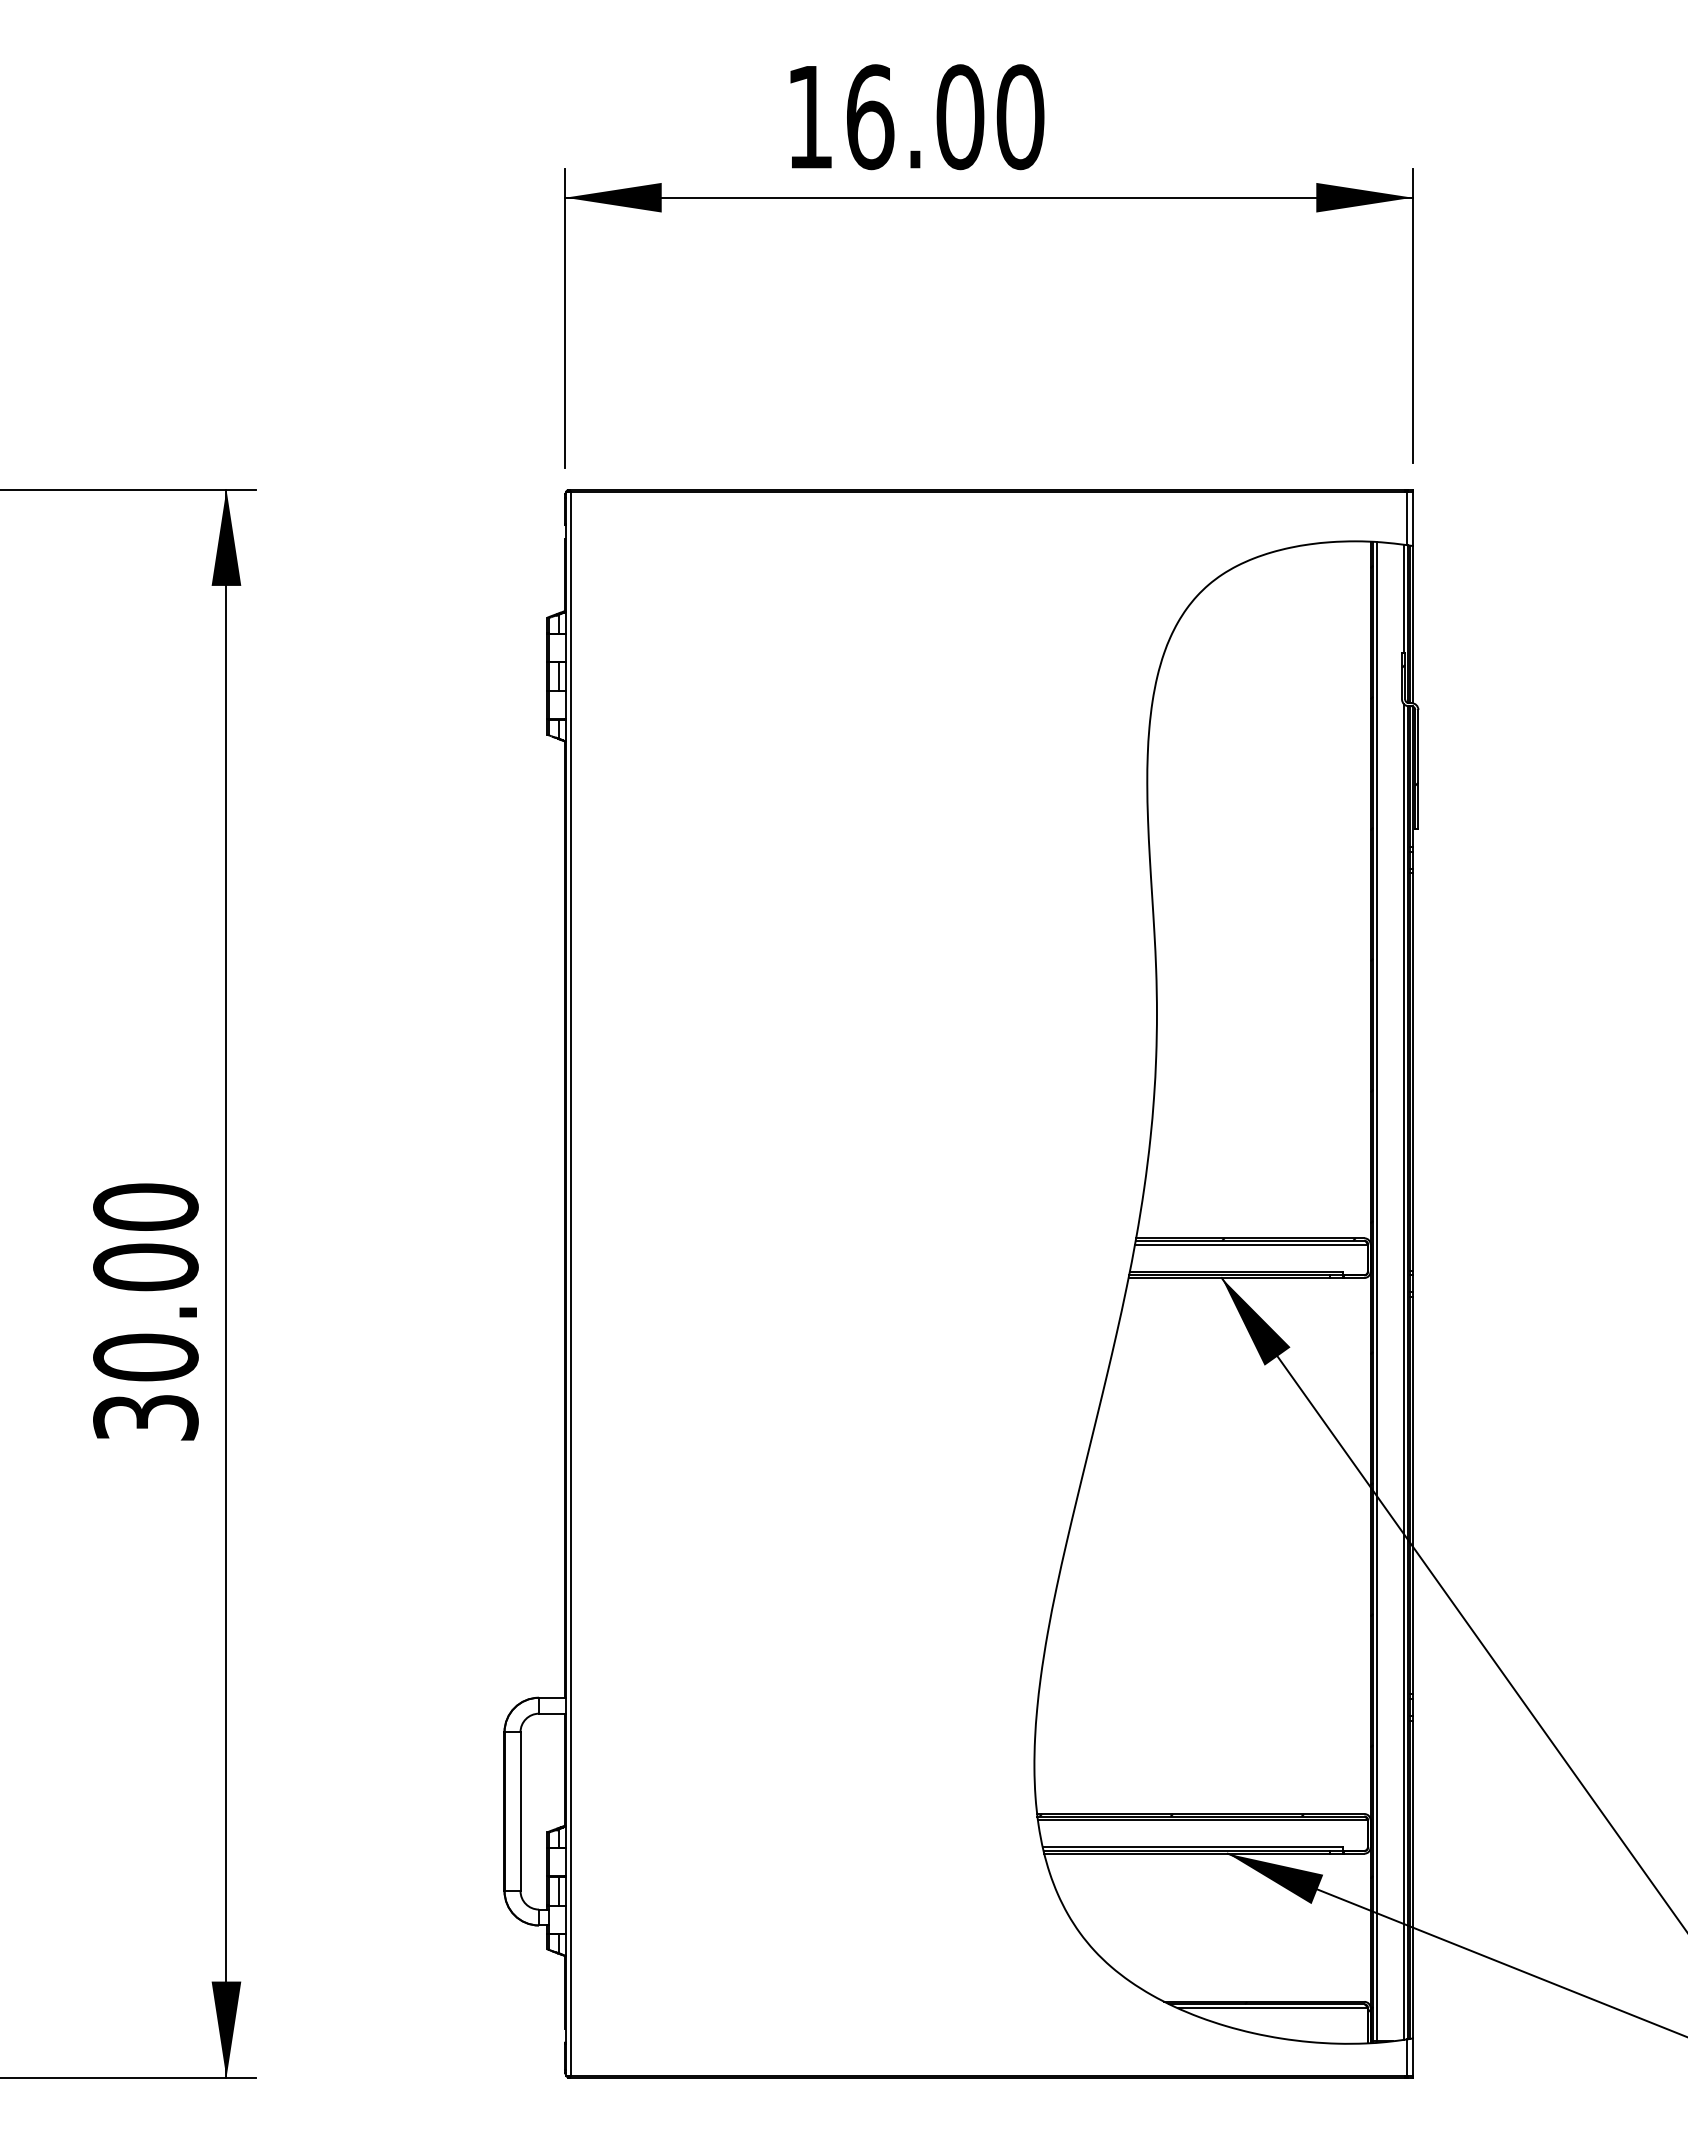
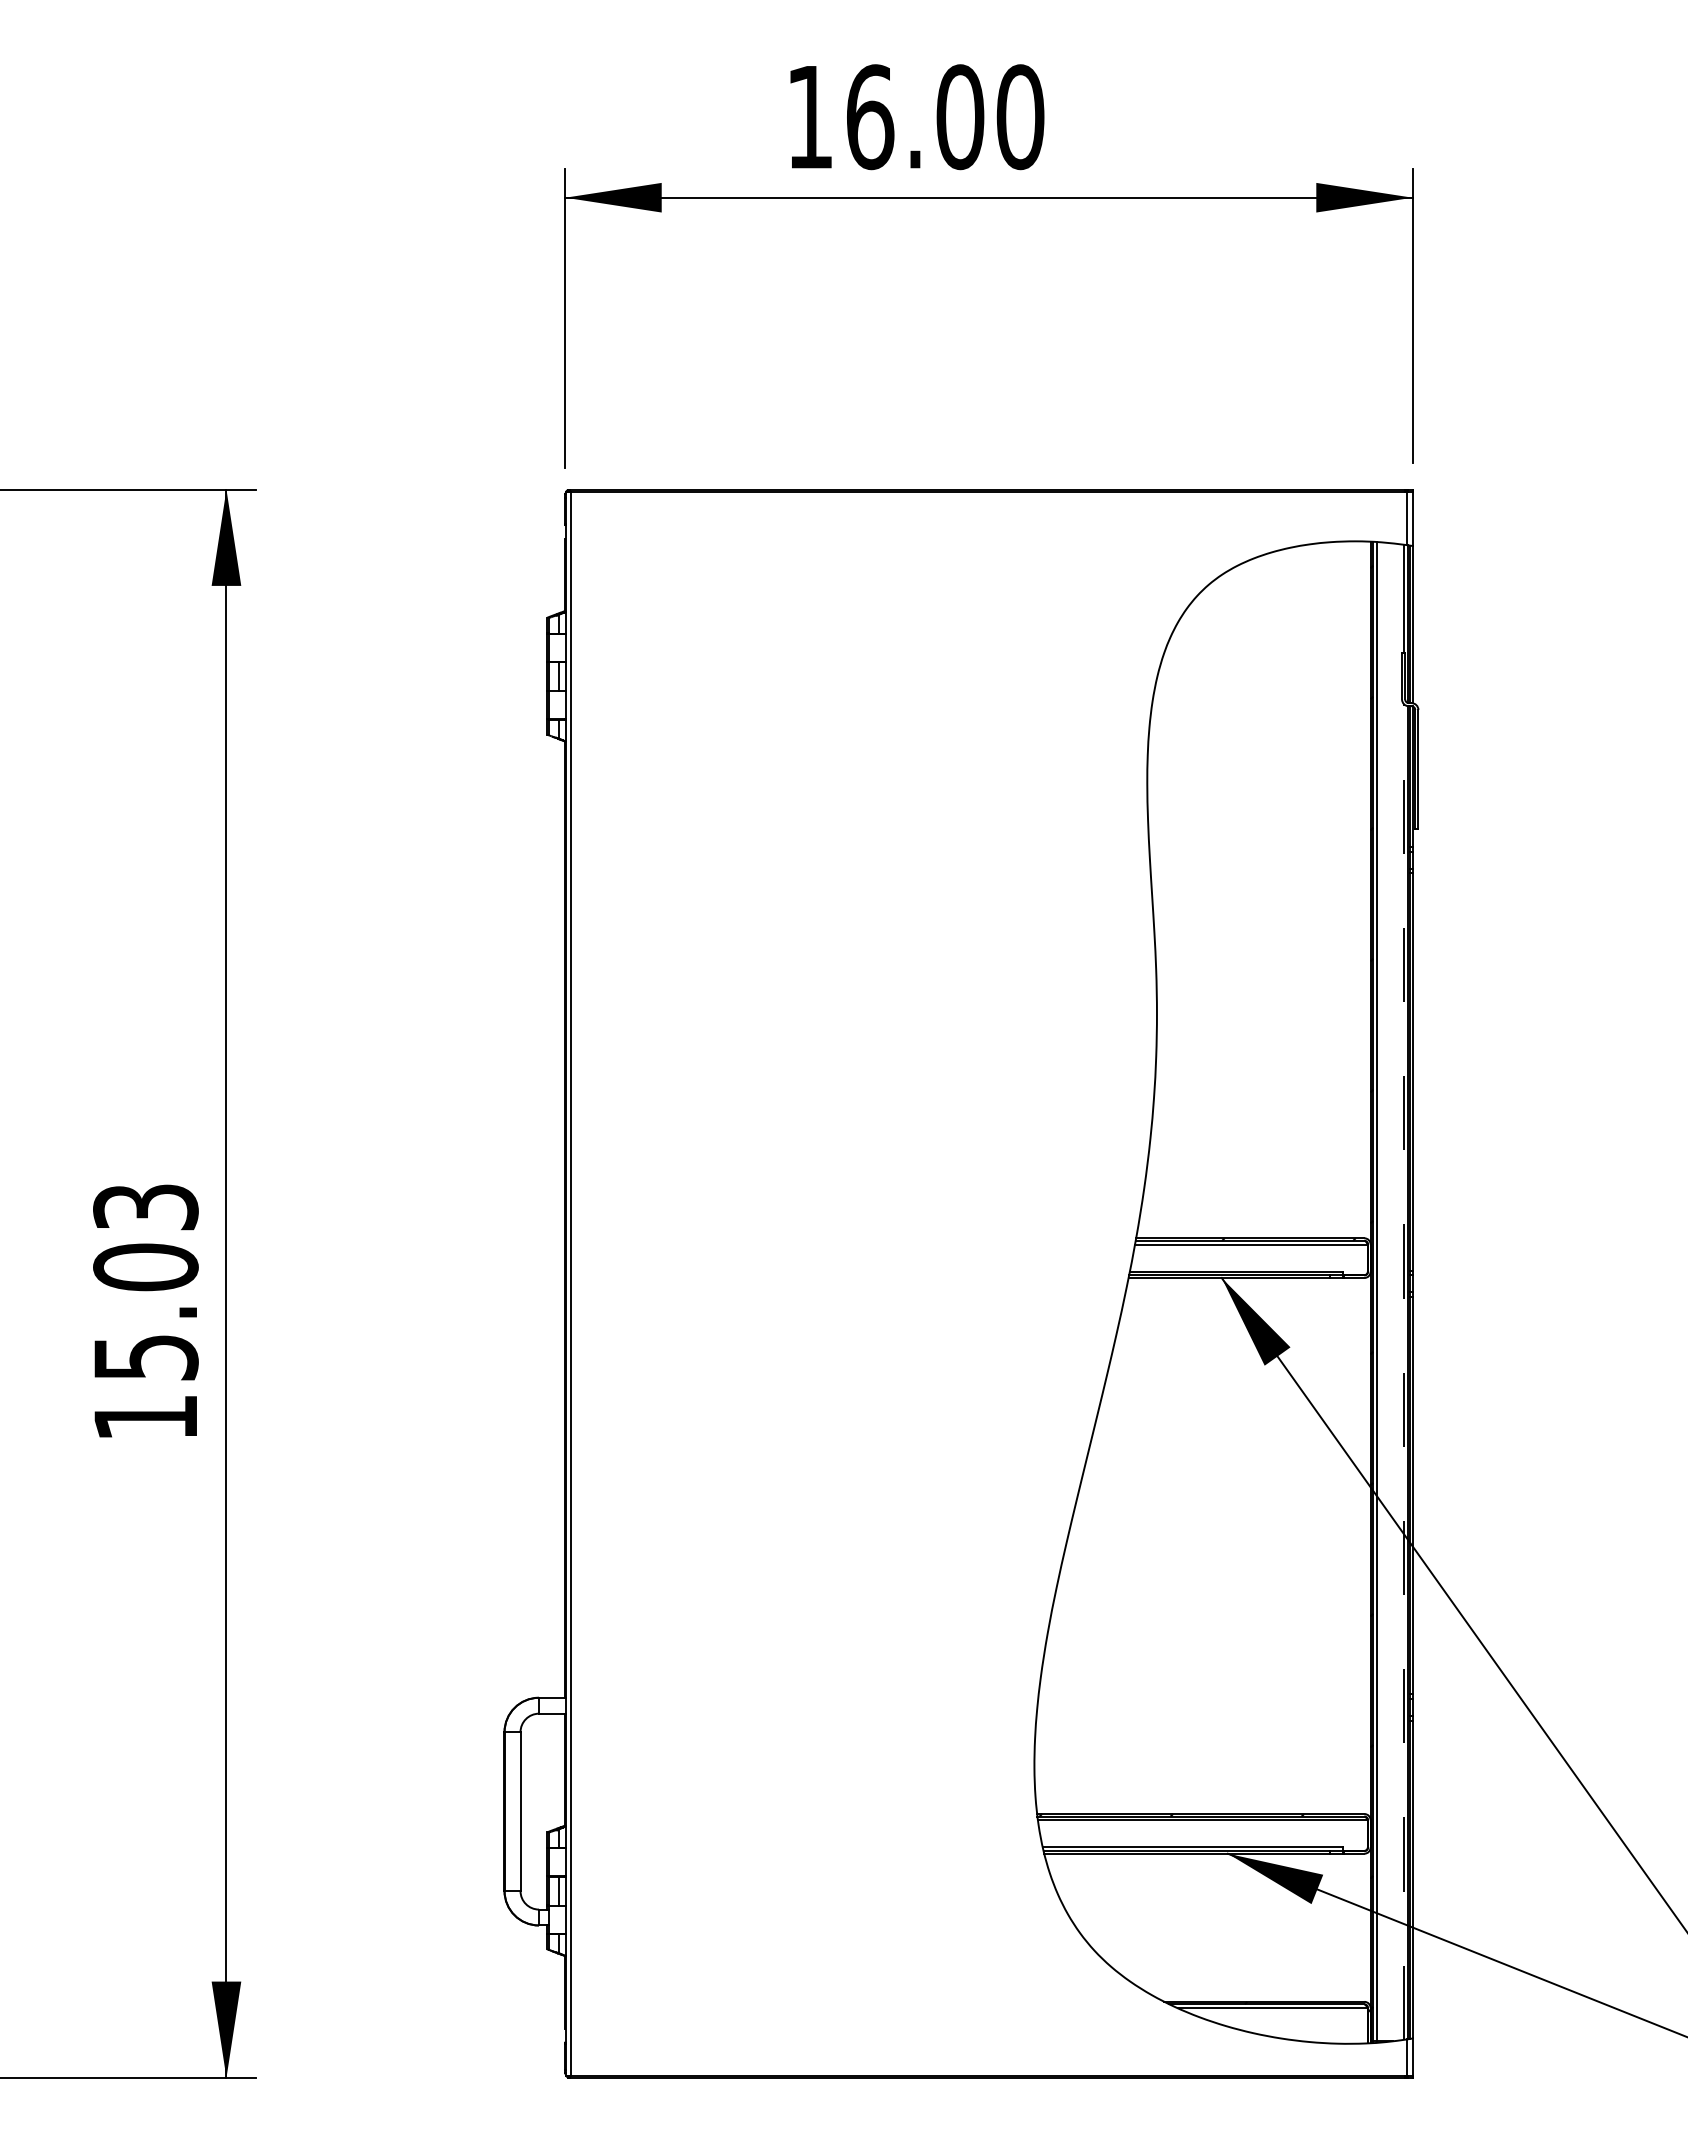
hatch at (1410, 724): present -> none
text at (145, 1311): 30.00 -> 15.03
line at (1403, 1371): solid -> dashed
